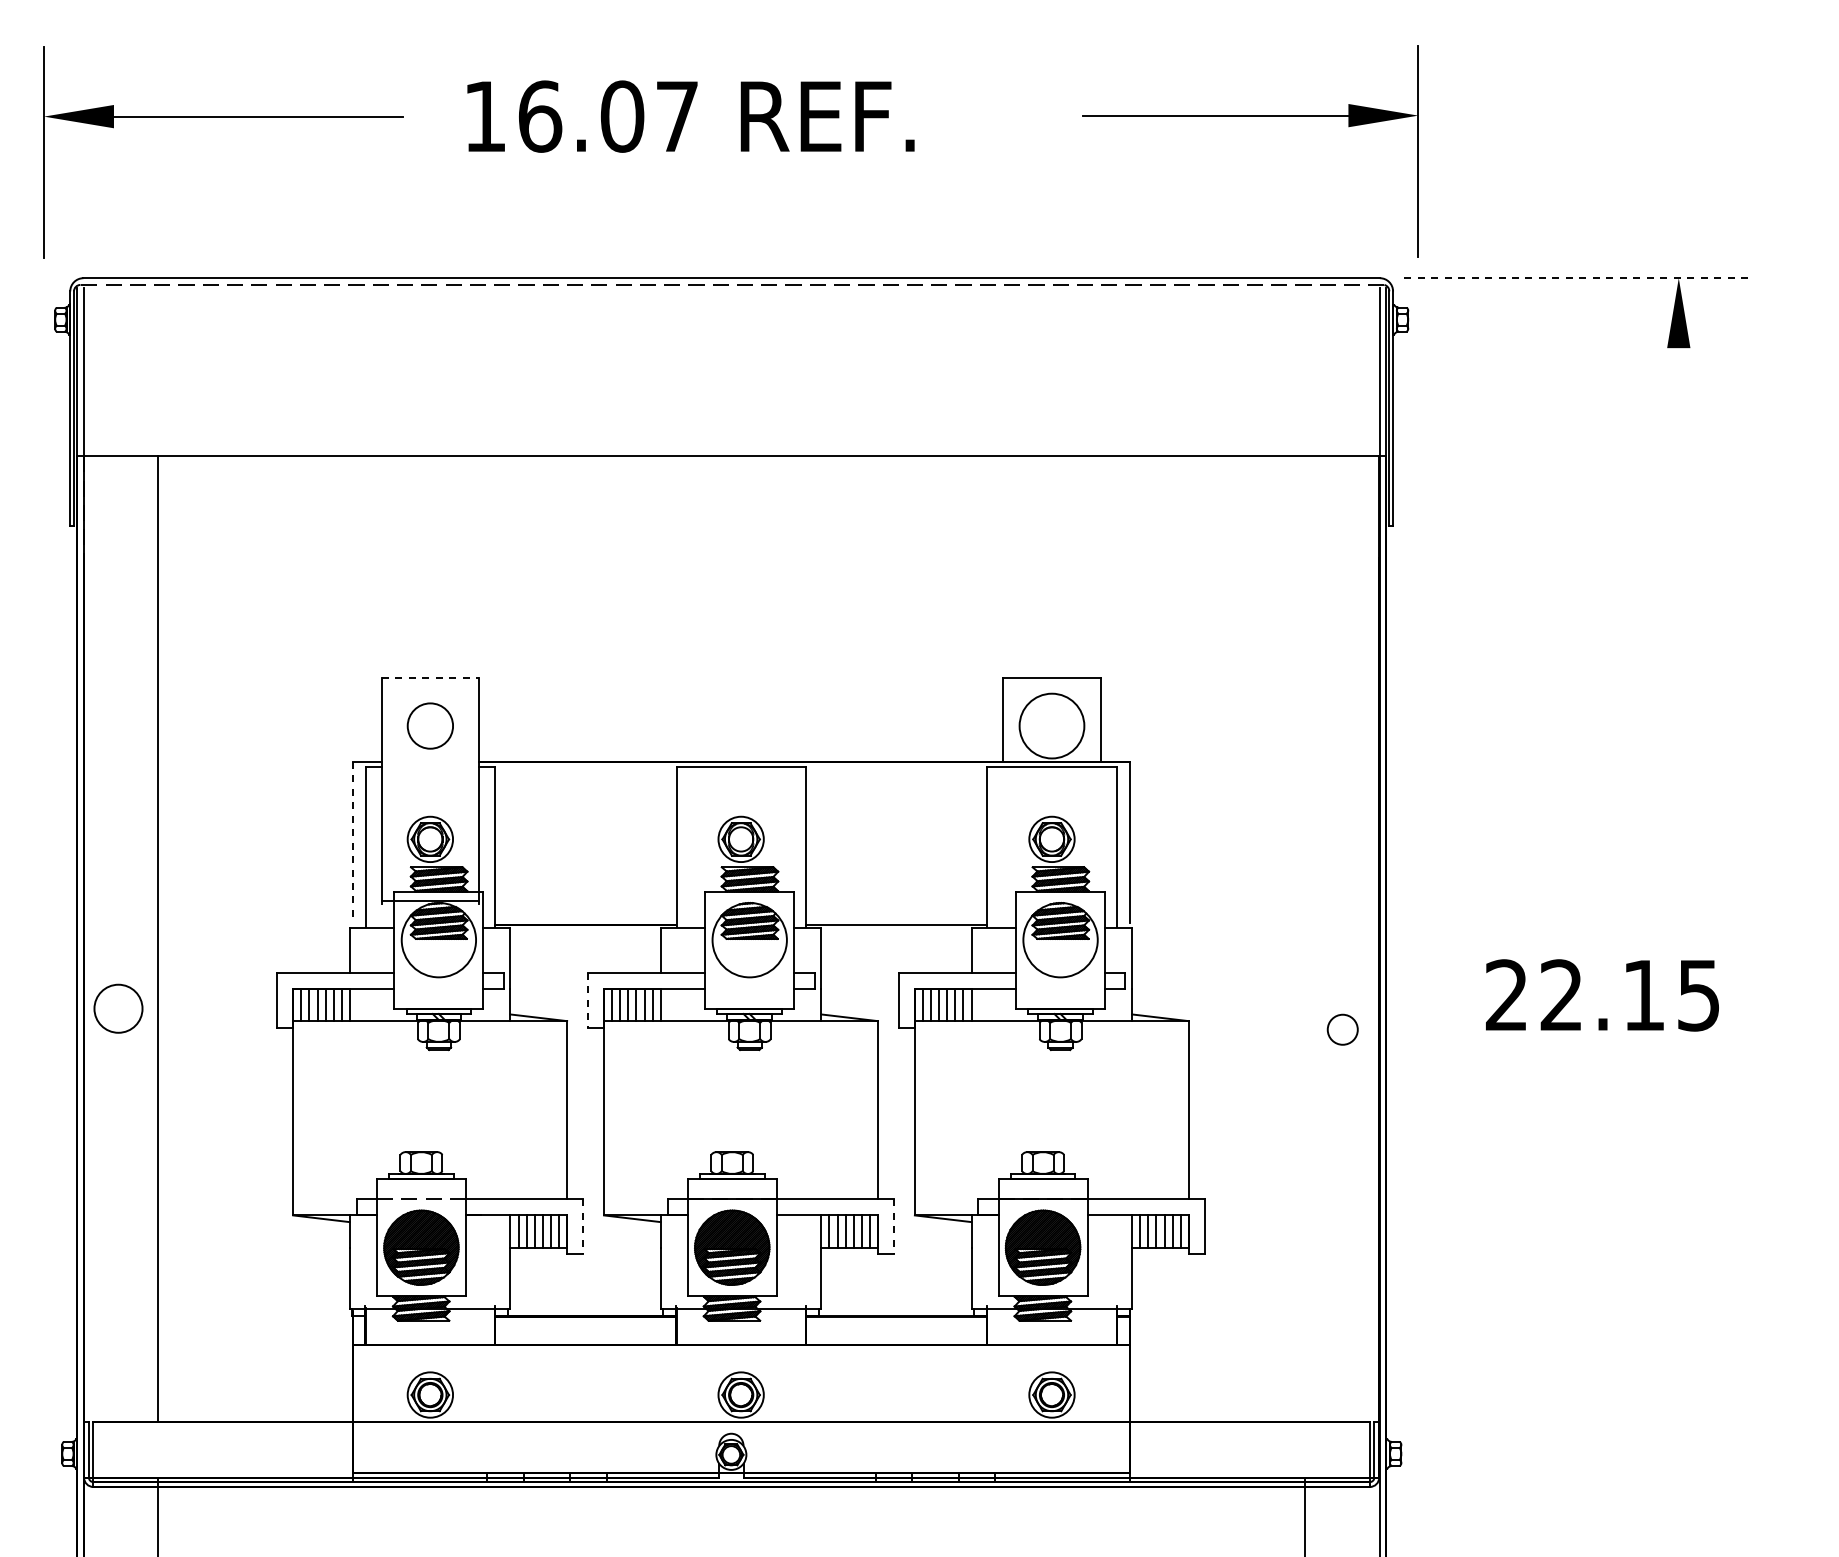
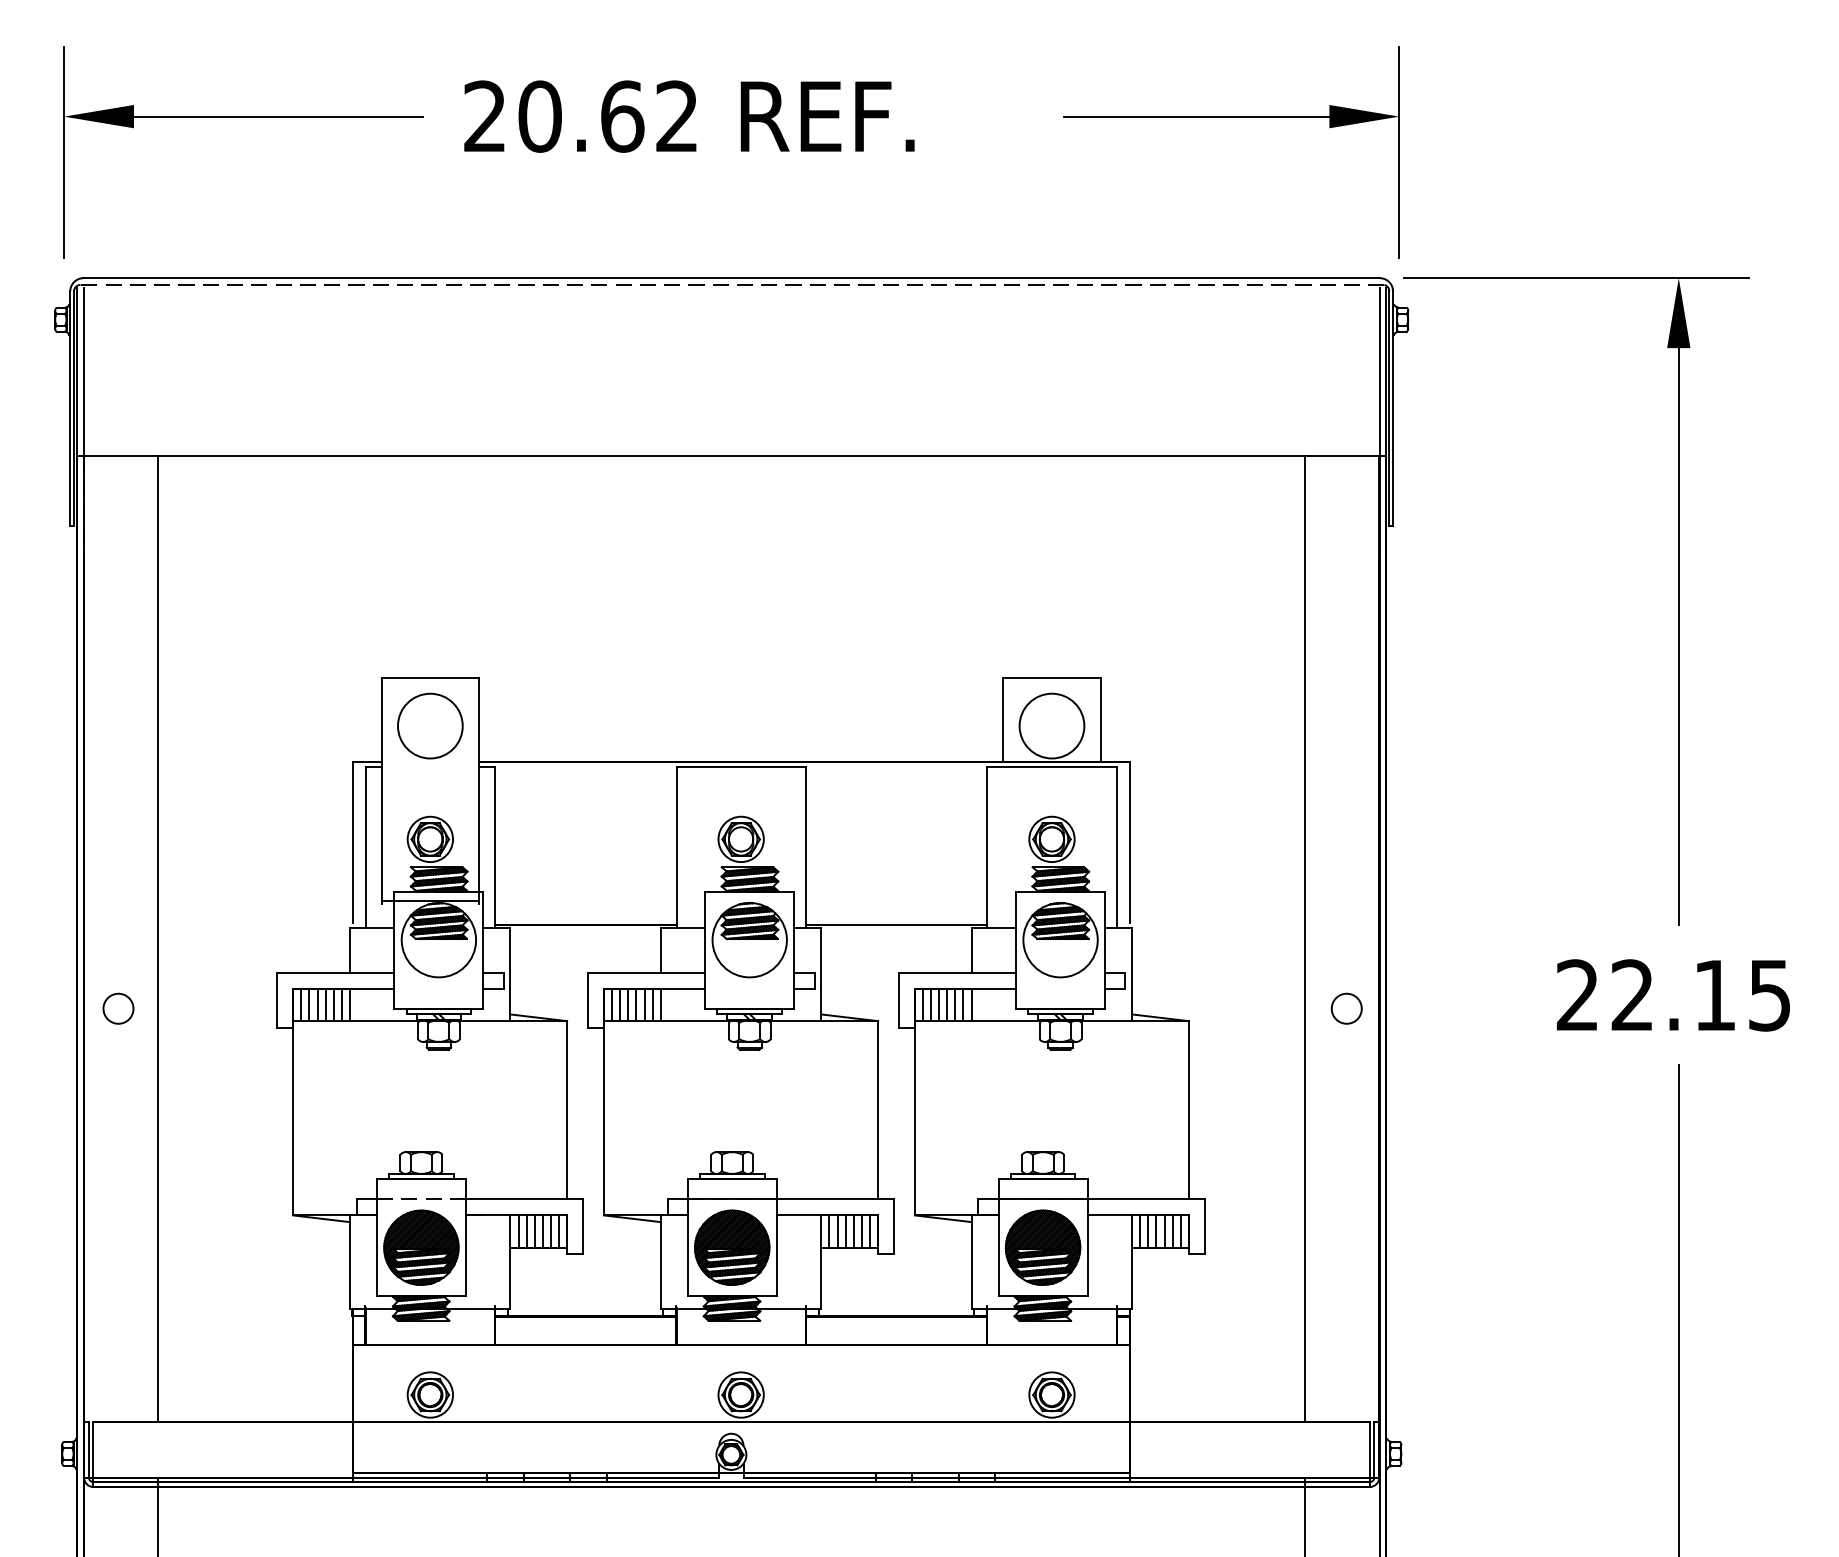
text at (580, 116): 16.07 -> 20.62
part at (1250, 116) position: (1250, 116) -> (1231, 117)
part at (223, 117) position: (223, 117) -> (243, 117)
line at (1576, 278): dashed -> solid
line at (1678, 636): none -> present
line at (430, 677): dashed -> solid
circle at (429, 725) size: 48x48 px -> 67x68 px
line at (352, 842): dashed -> solid
line at (1305, 939): none -> present
text at (1602, 995) position: (1602, 995) -> (1673, 995)
line at (587, 1000): dashed -> solid
circle at (118, 1008) diameter: 48 px -> 30 px
circle at (1342, 1029) position: (1342, 1029) -> (1346, 1008)
line at (583, 1226): dashed -> solid
line at (894, 1226): dashed -> solid
line at (1678, 1309): none -> present
